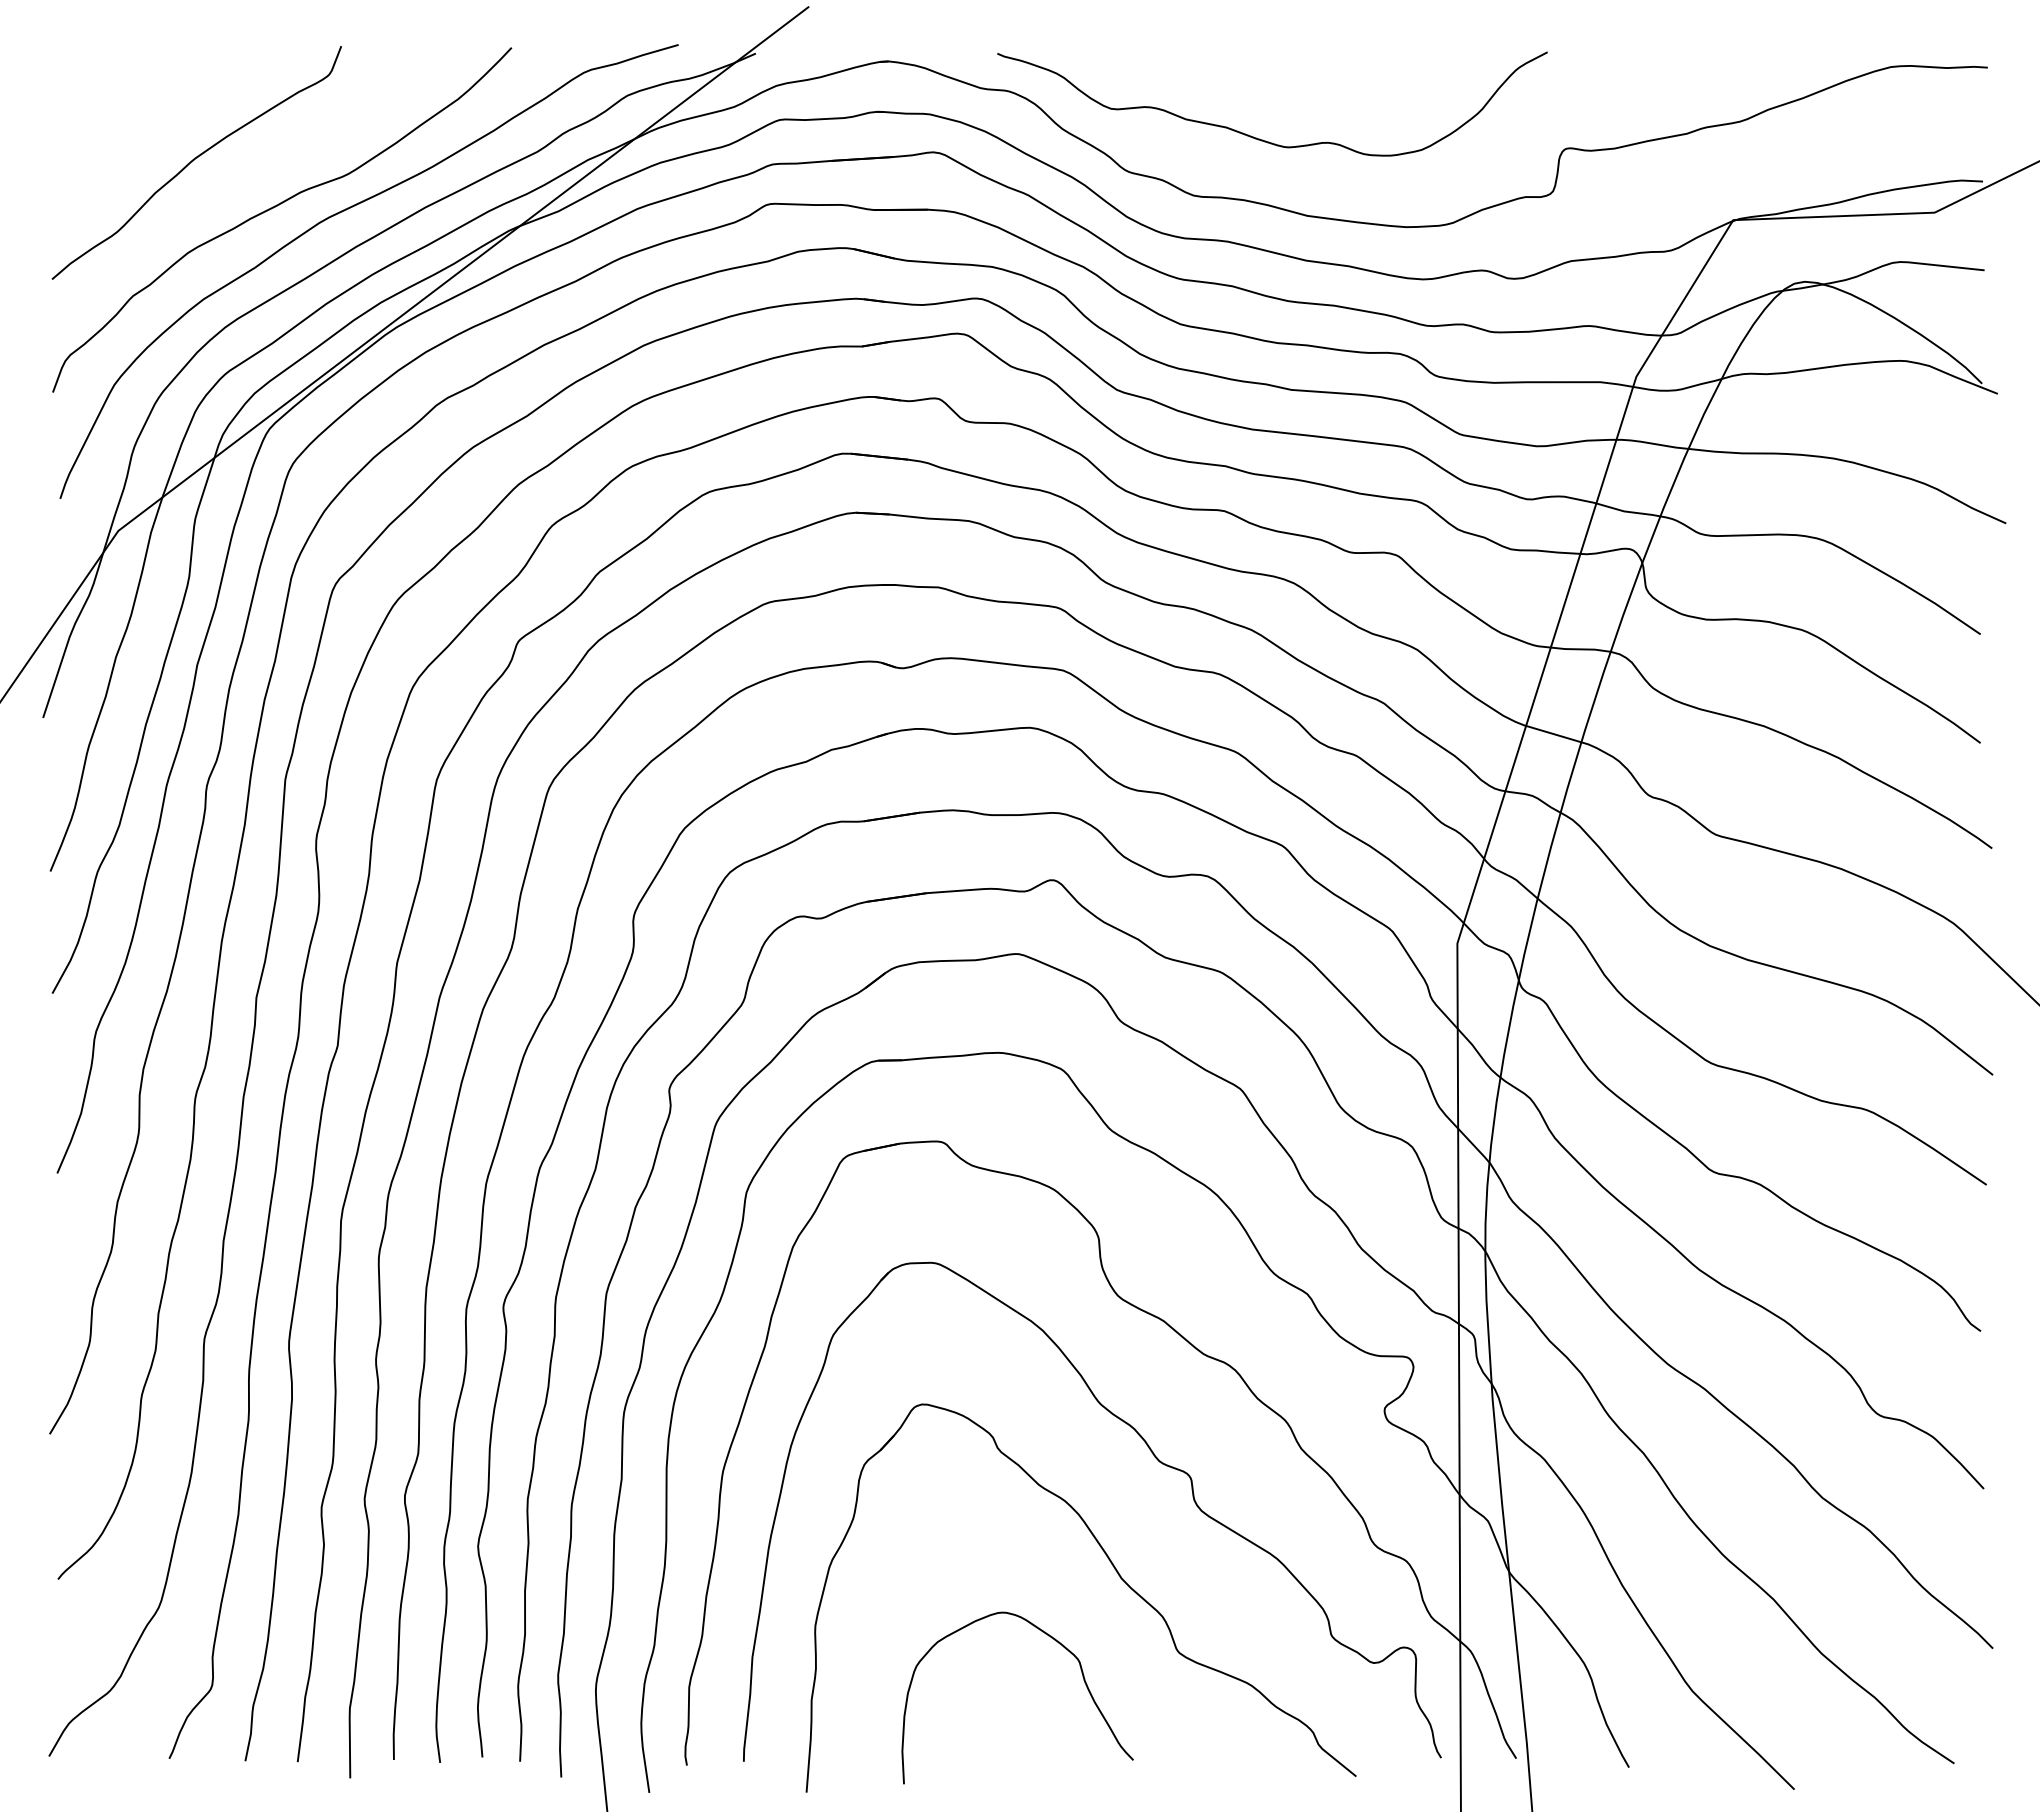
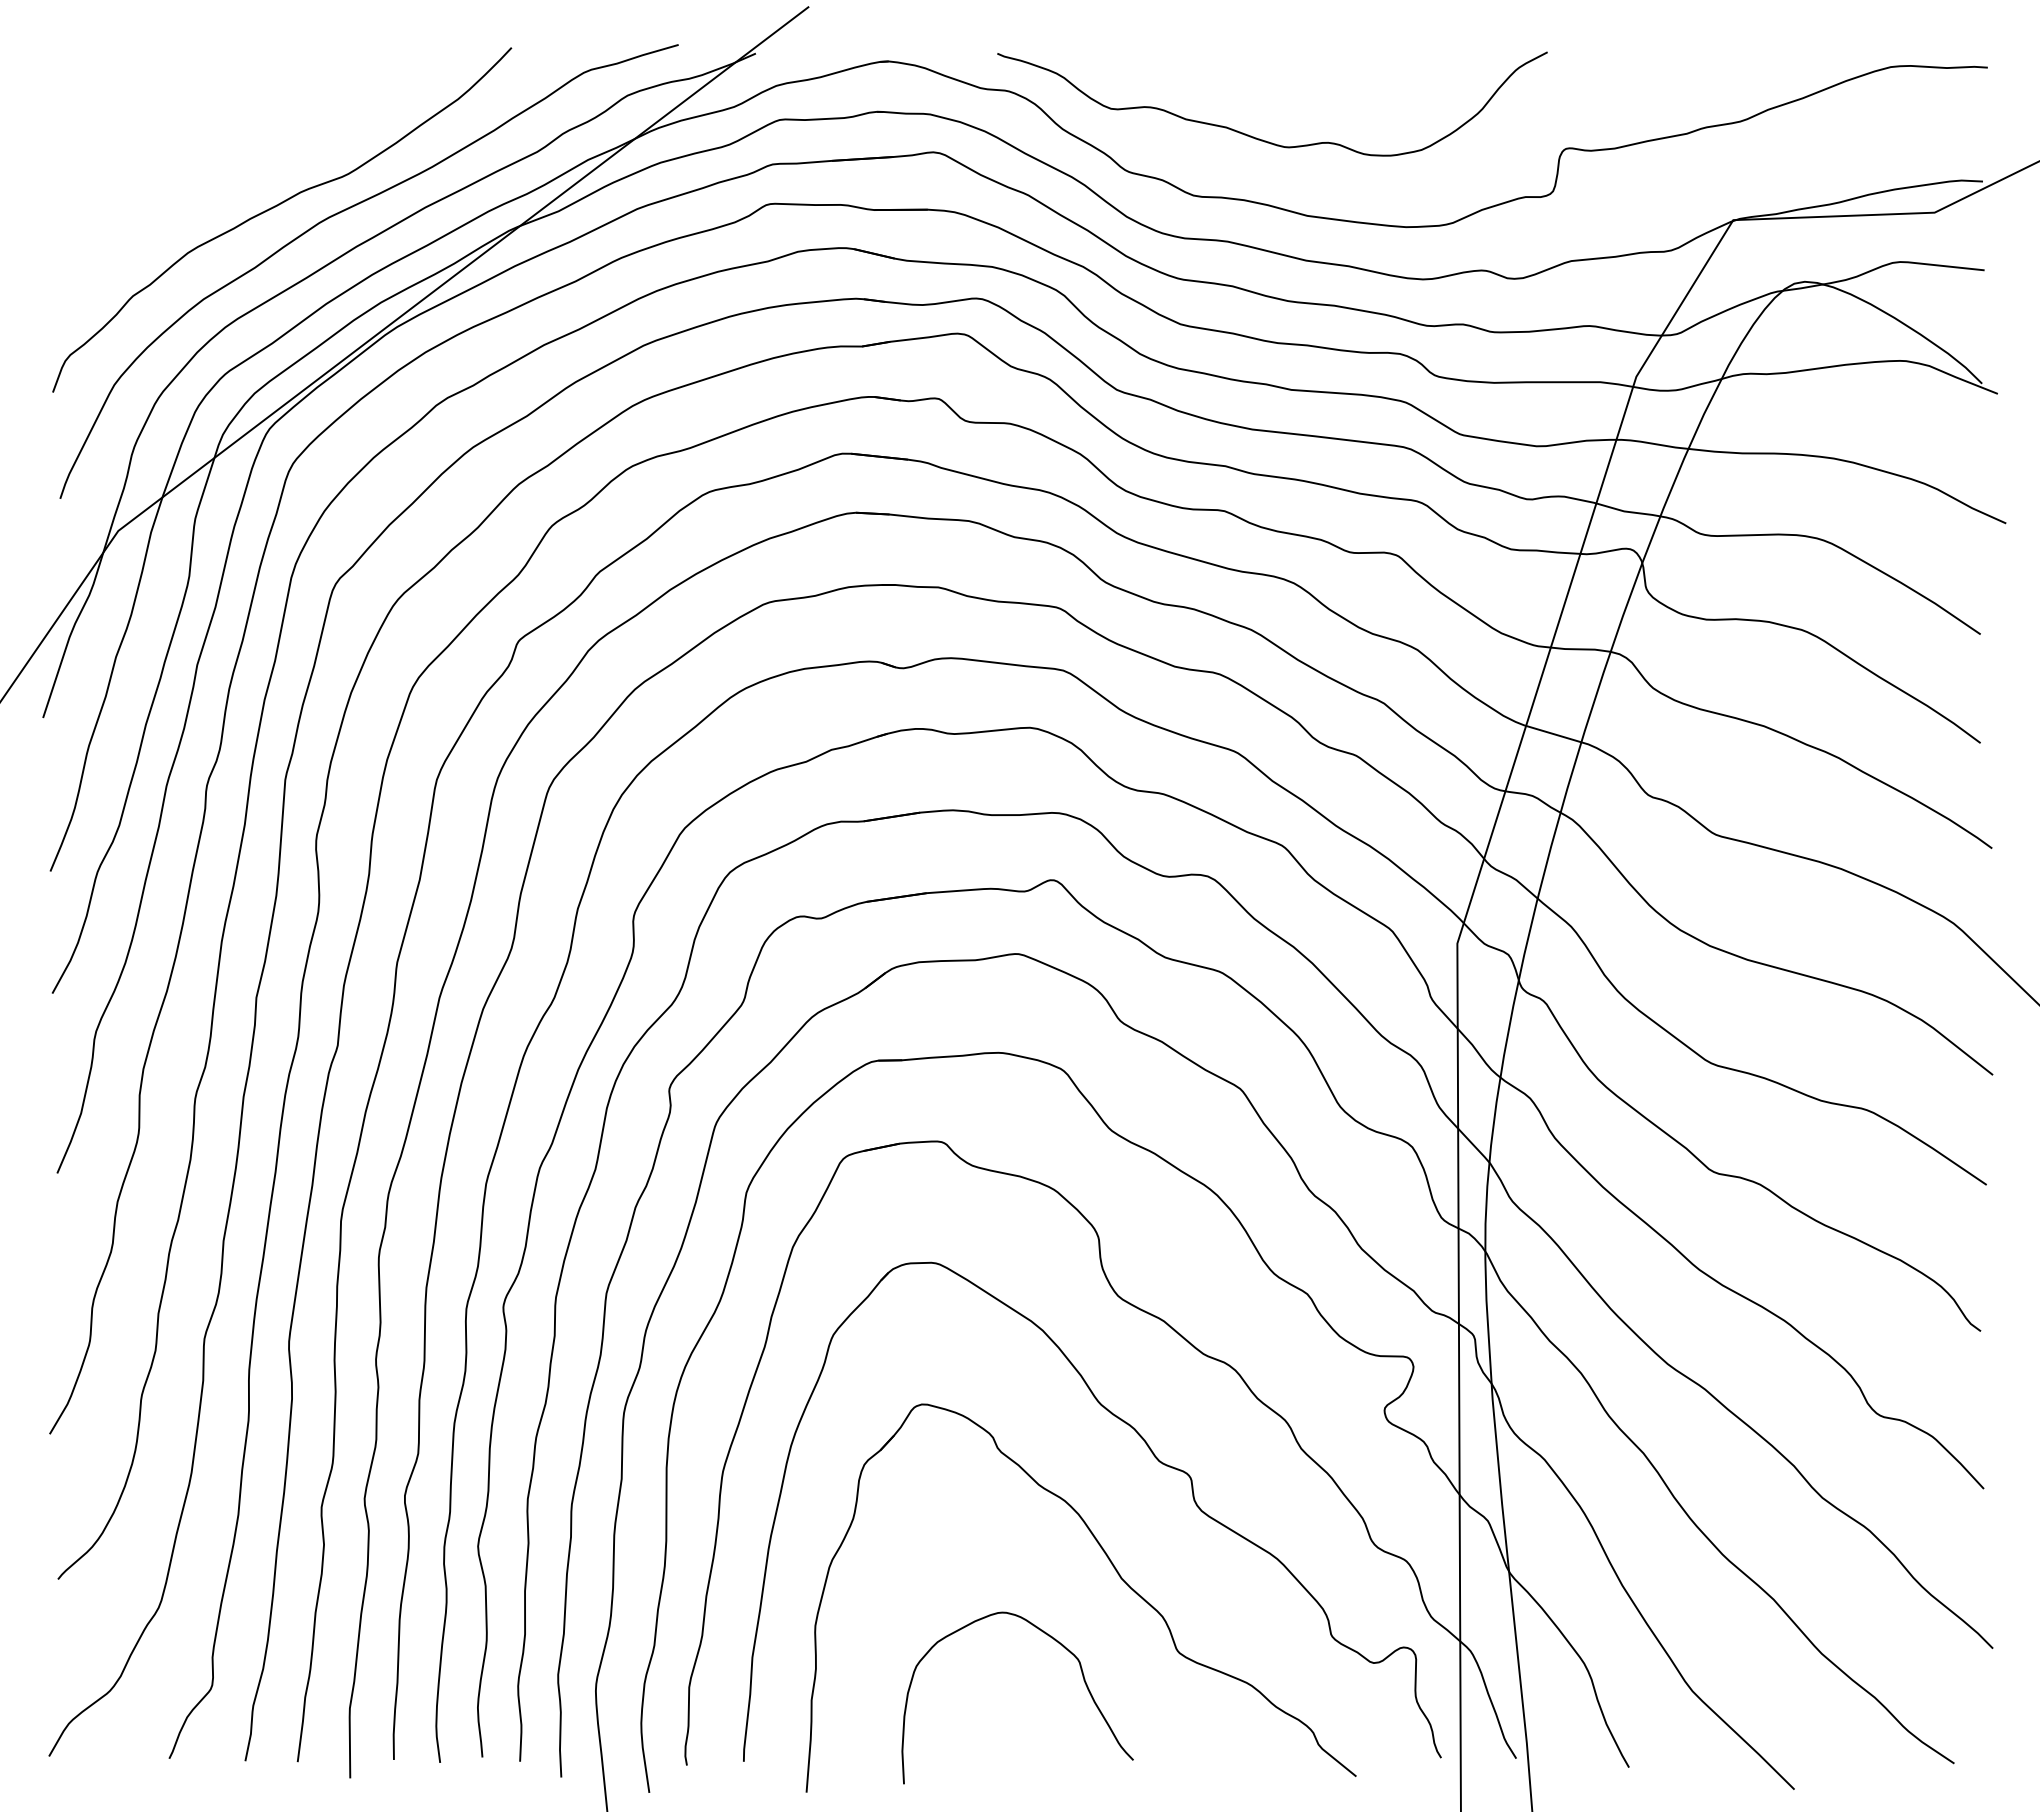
curve at (194, 160): present -> none
